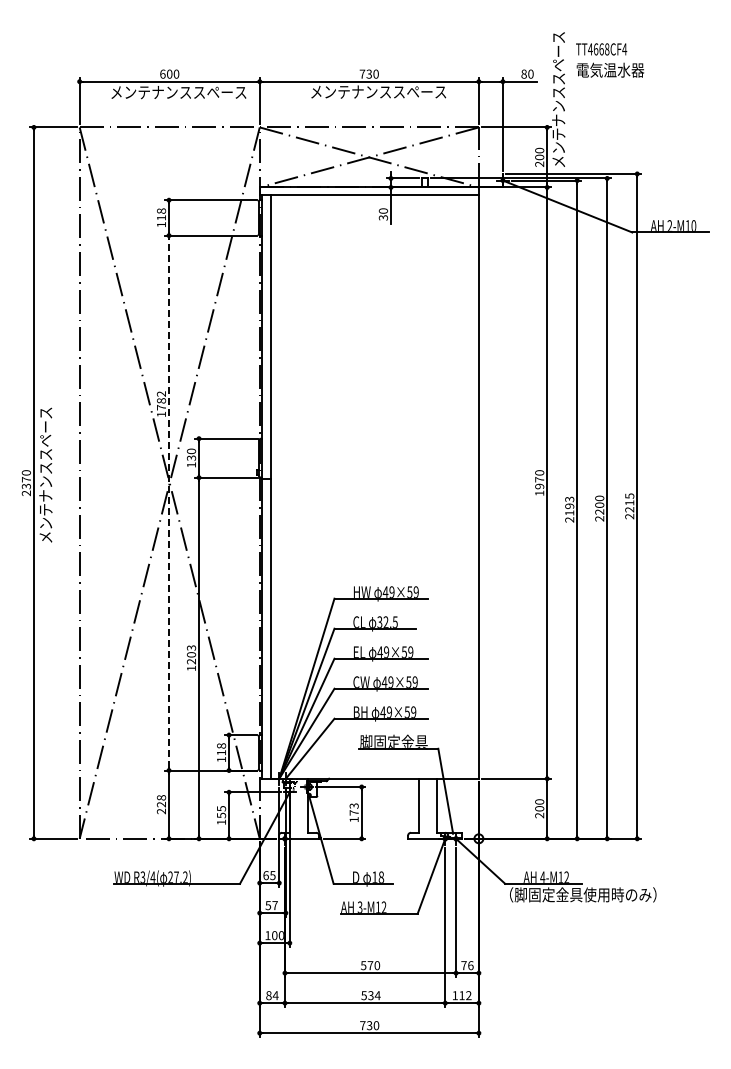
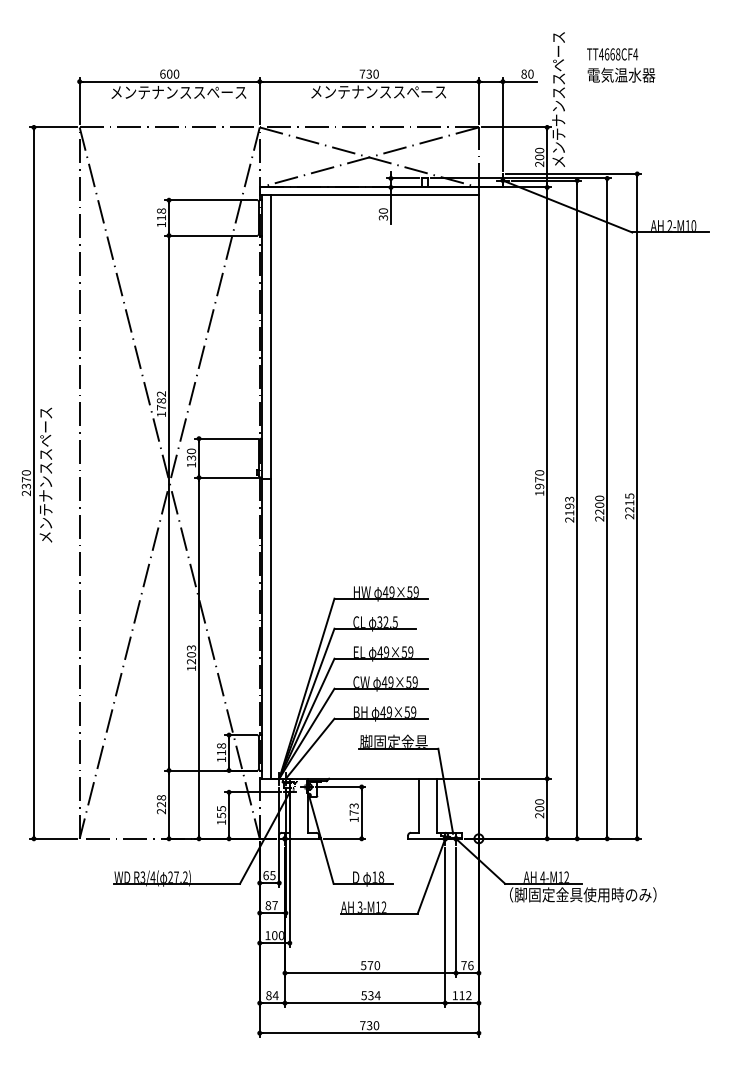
text at (610, 60) position: (610, 60) -> (621, 65)
line at (169, 502): dashed -> solid
text at (268, 905): 57 -> 87
